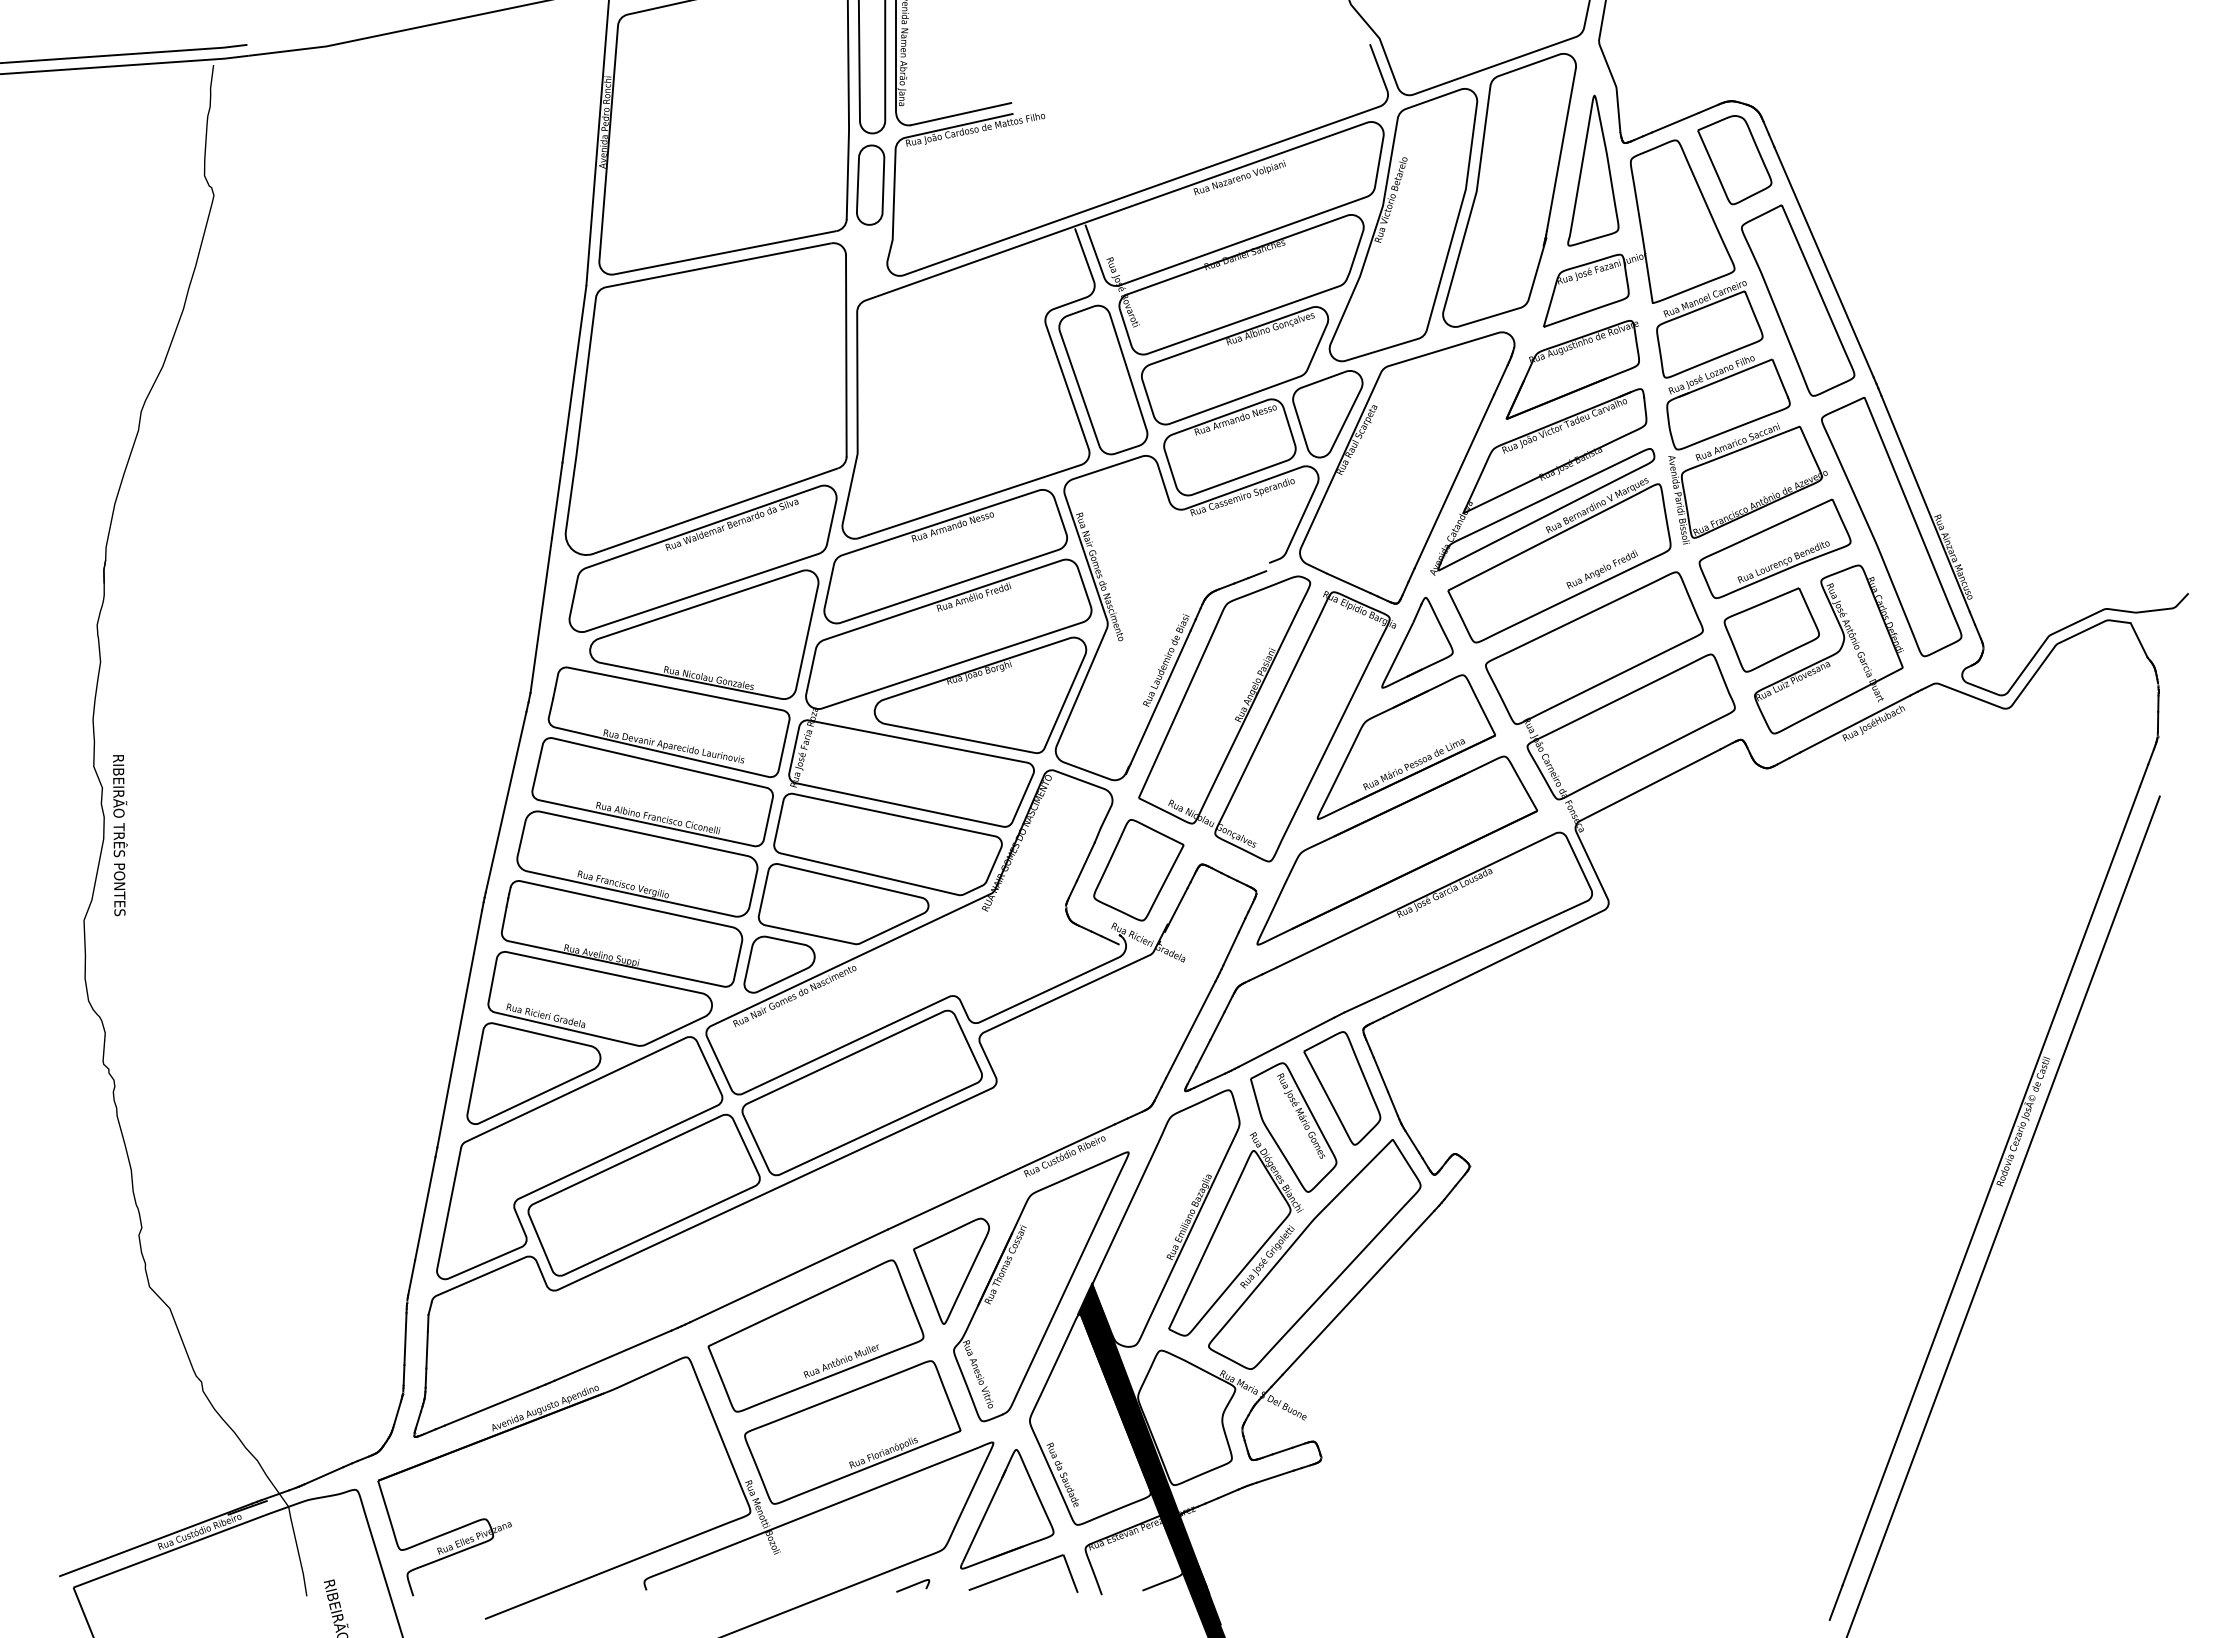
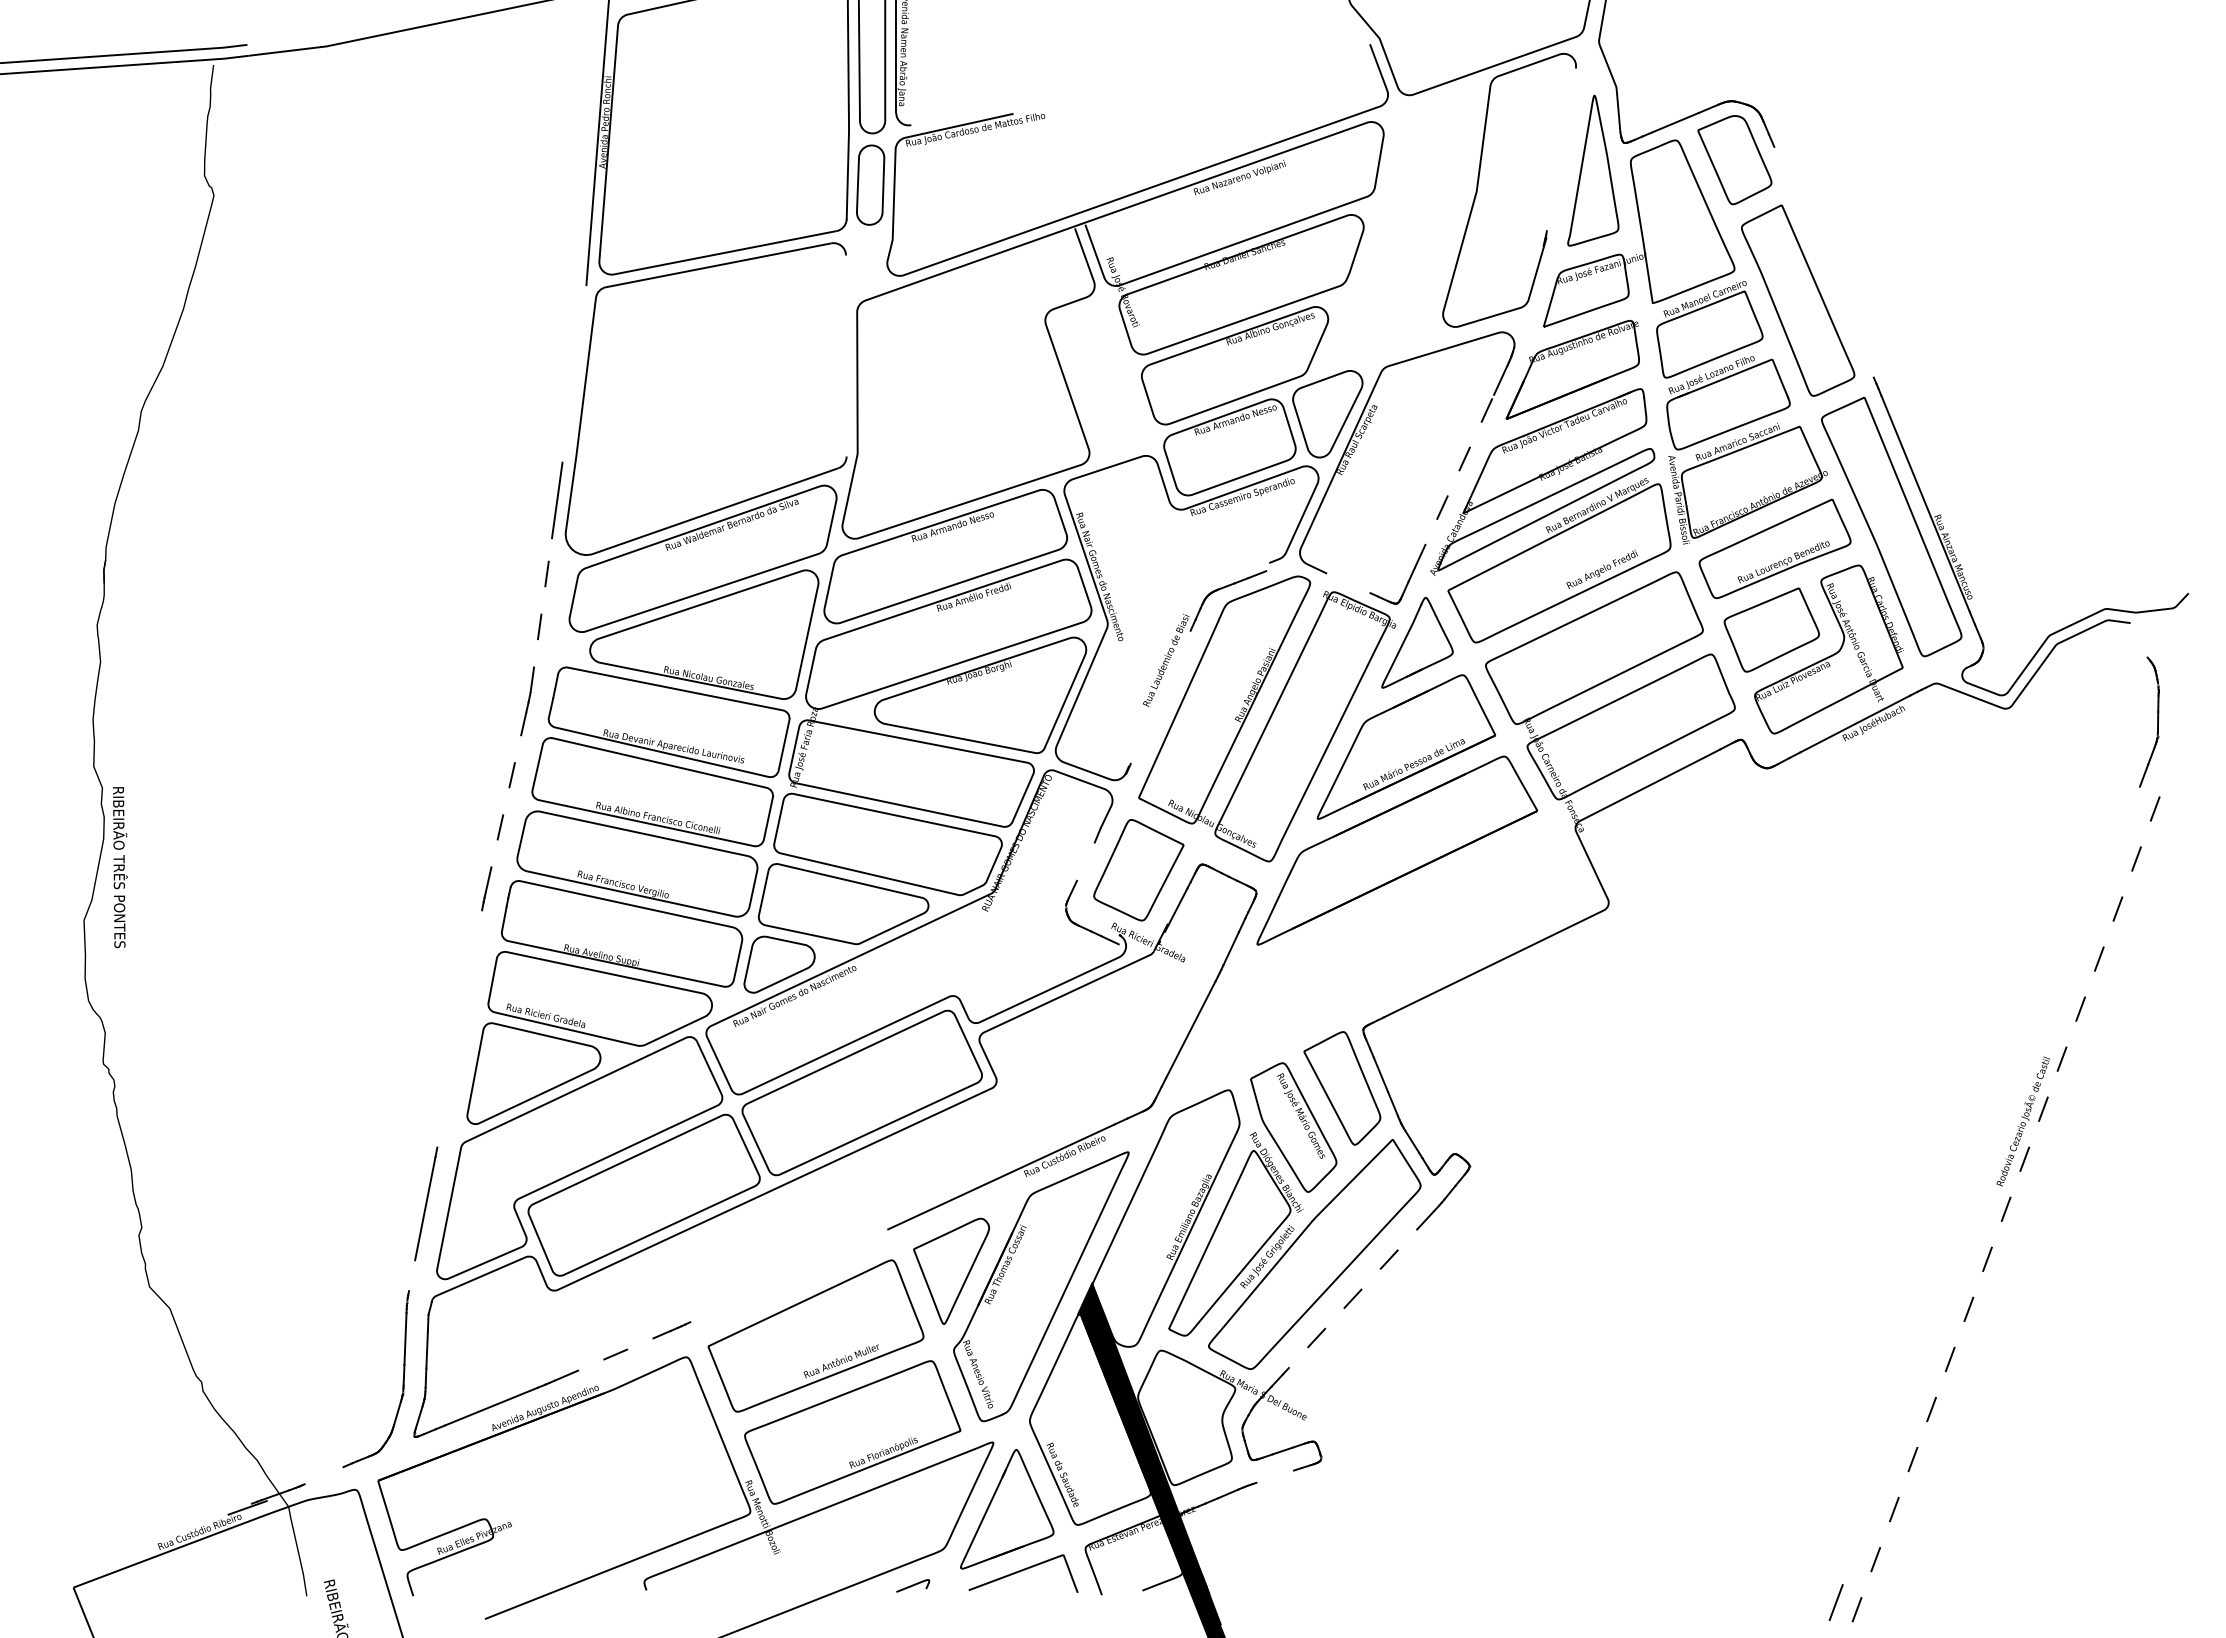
line at (961, 114): present -> none
line at (1560, 149): present -> none
part at (1403, 225): present -> none
line at (1823, 261): present -> none
line at (846, 355): present -> none
line at (574, 374): present -> none
part at (1103, 379): present -> none
line at (1454, 481): solid -> dashed
line at (1348, 583): present -> none
line at (541, 615): solid -> dashed
line at (2138, 640): present -> none
line at (1160, 696): present -> none
line at (506, 802): solid -> dashed
text at (120, 835) position: (120, 835) -> (120, 867)
line at (1085, 861): present -> none
part at (1388, 961): present -> none
line at (459, 1028): present -> none
line at (1990, 1185): present -> none
line at (2003, 1217): solid -> dashed
line at (412, 1275): present -> none
line at (789, 1275): present -> none
line at (1358, 1292): solid -> dashed
line at (612, 1355): solid -> dashed
line at (323, 1475): present -> none
line at (1274, 1476): present -> none
line at (155, 1539): present -> none
